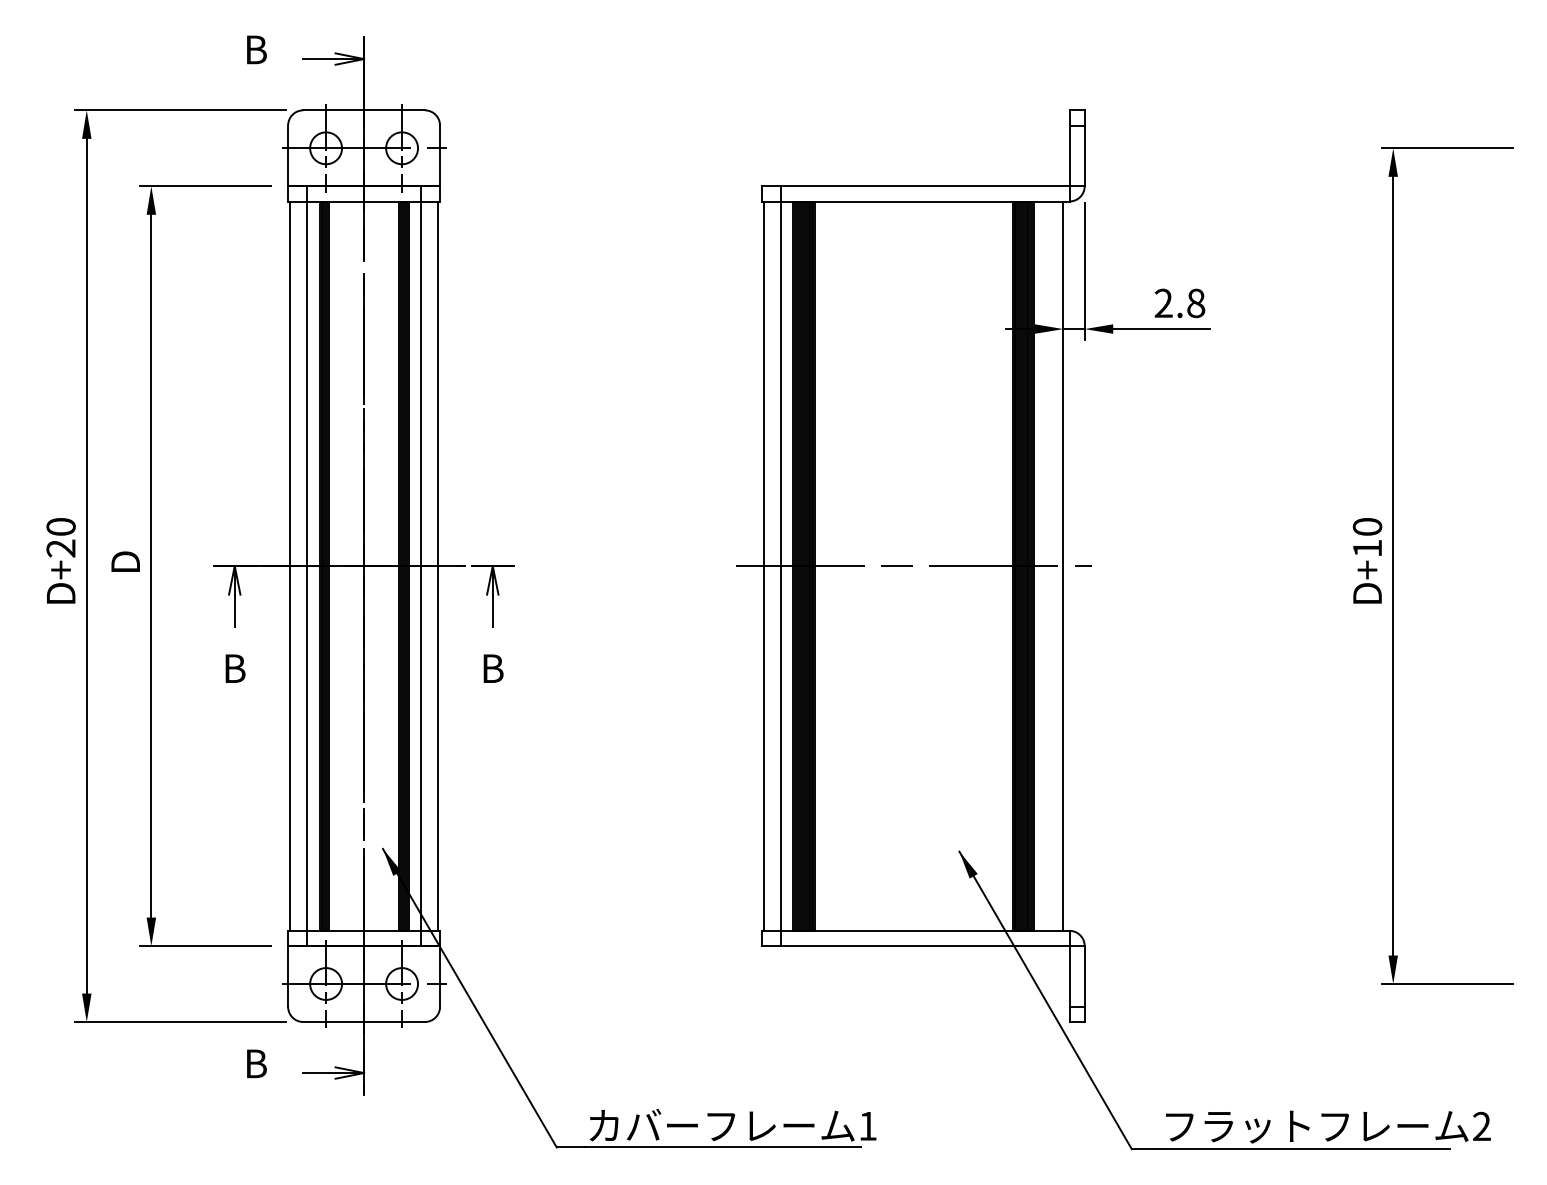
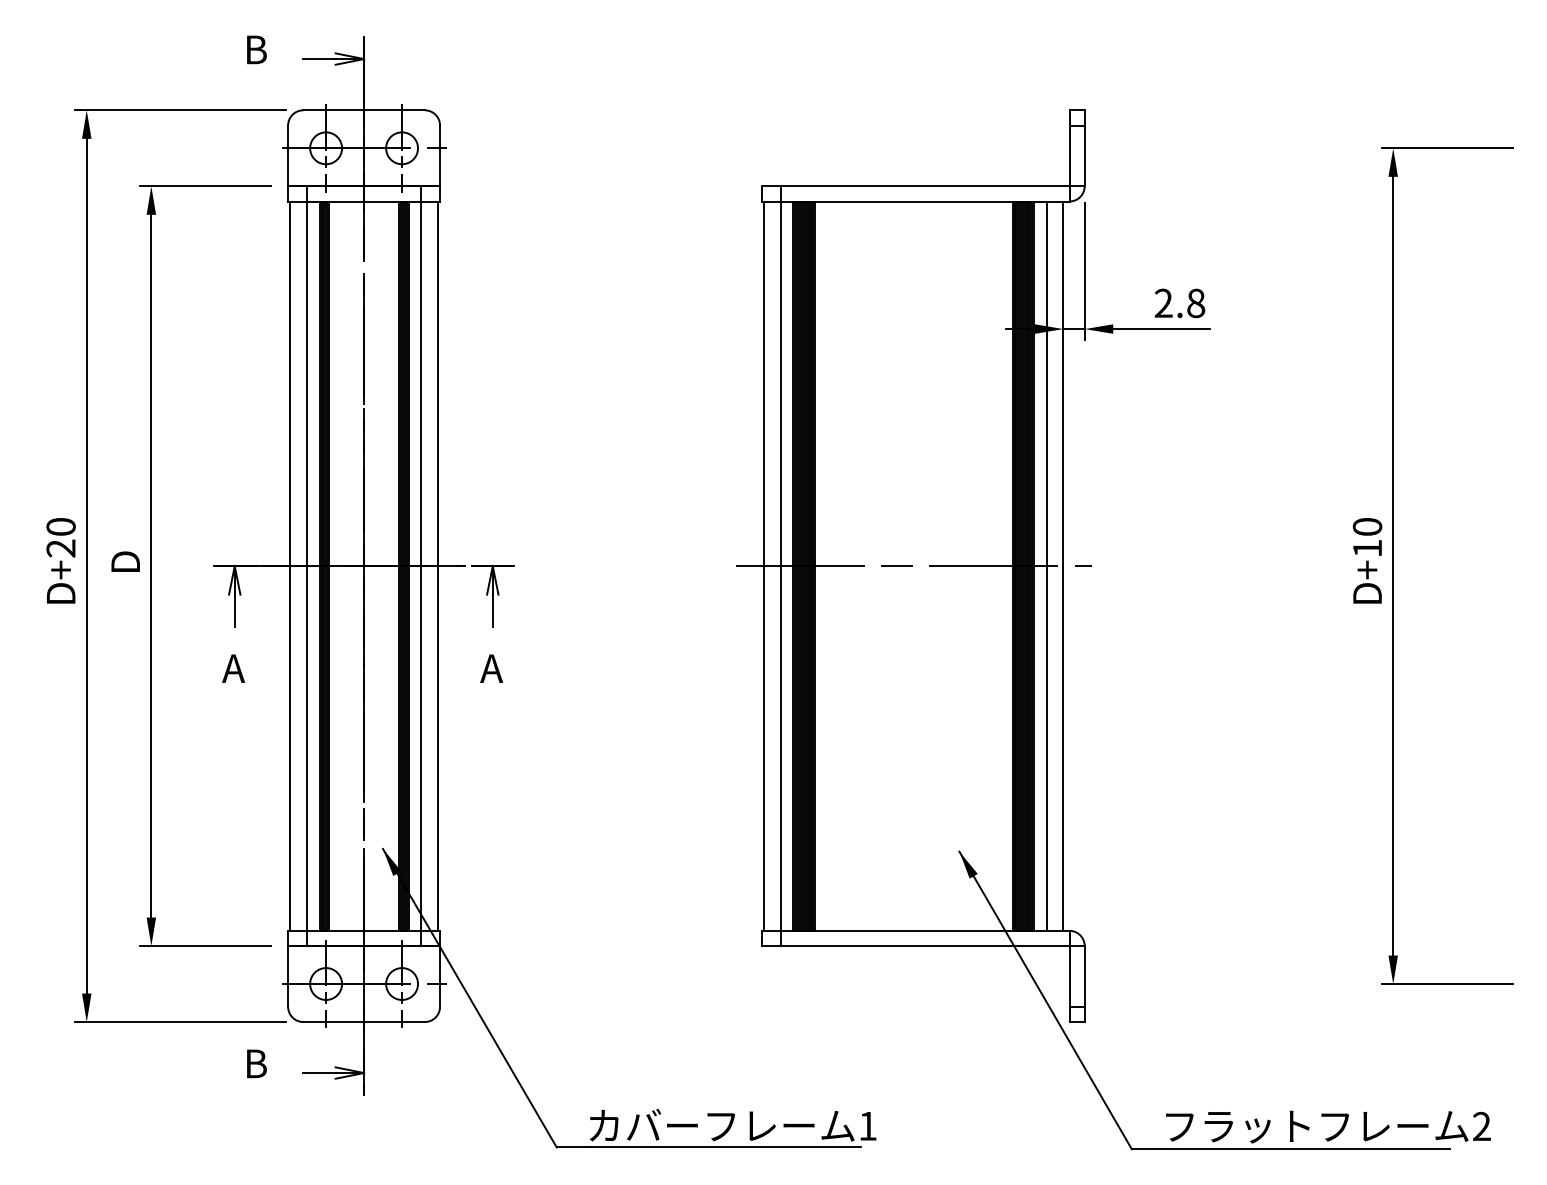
line at (1046, 565): none -> present
text at (233, 668): B -> A
text at (491, 668): B -> A
